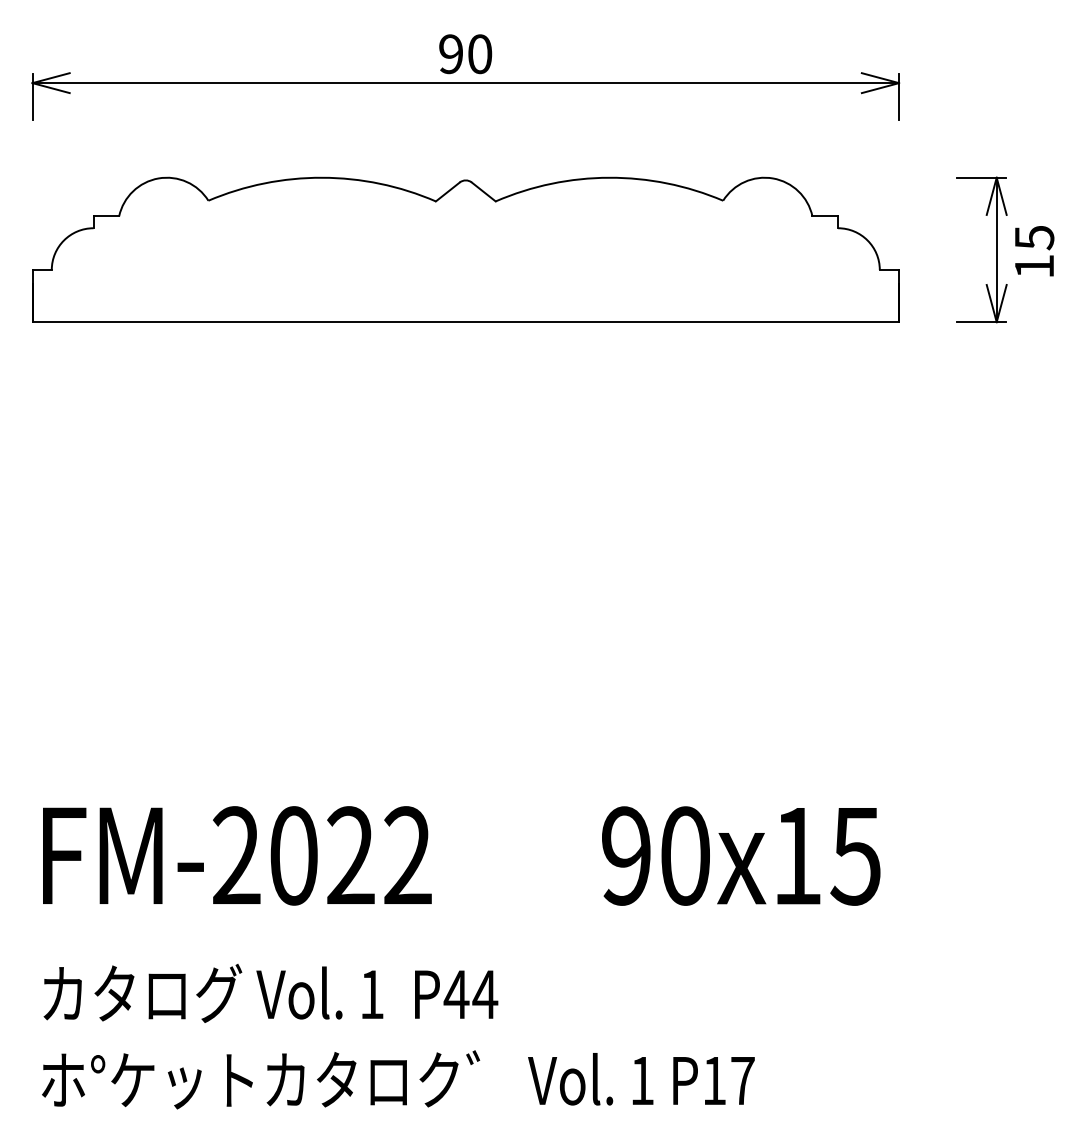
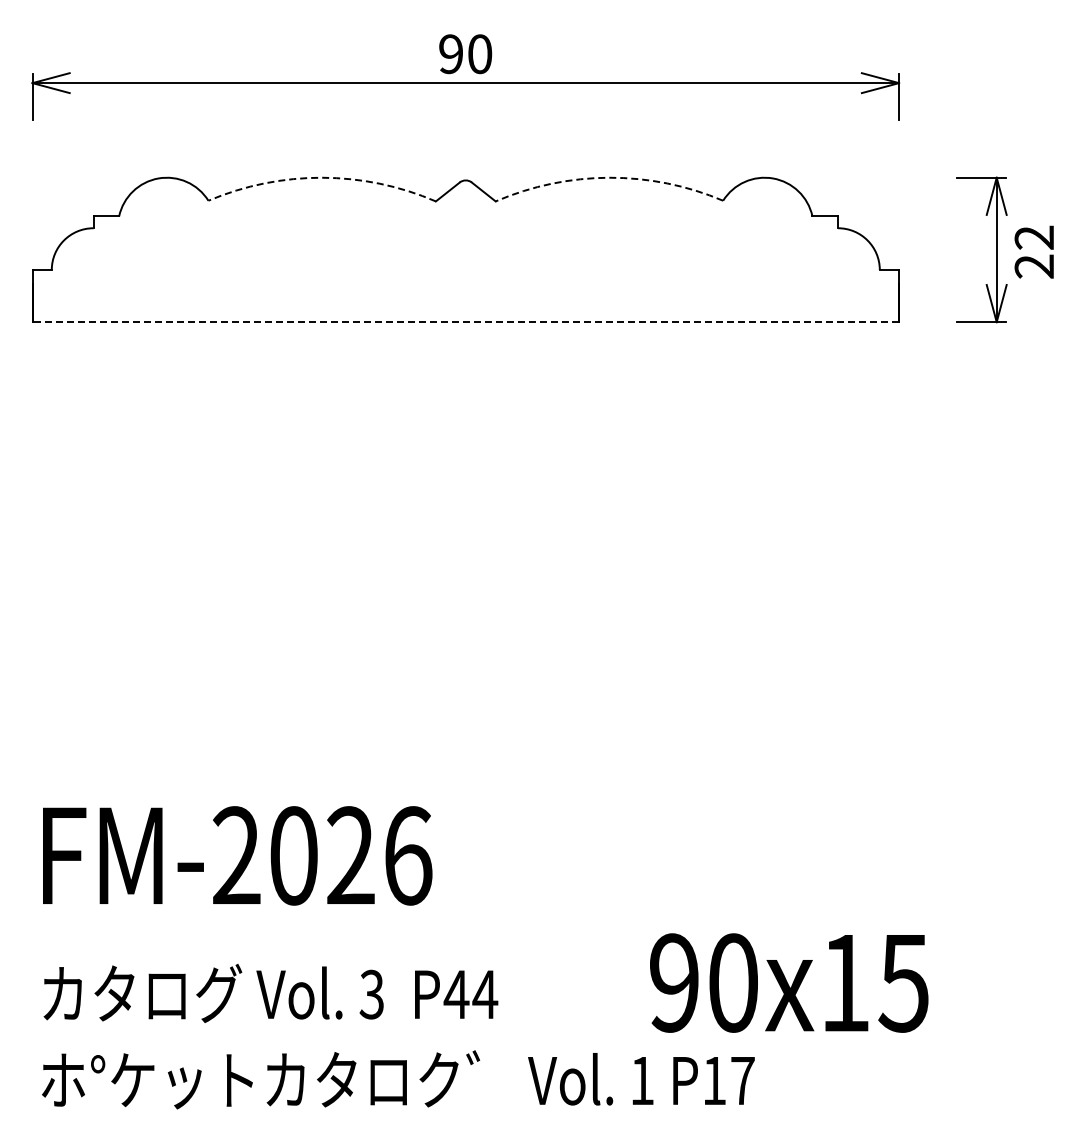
arc at (322, 177): solid -> dashed
arc at (609, 177): solid -> dashed
text at (1034, 251): 15 -> 22
line at (465, 322): solid -> dashed
text at (408, 855): FM-2022 -> FM-2026
text at (741, 855) position: (741, 855) -> (789, 982)
text at (371, 994): 1 -> 3
